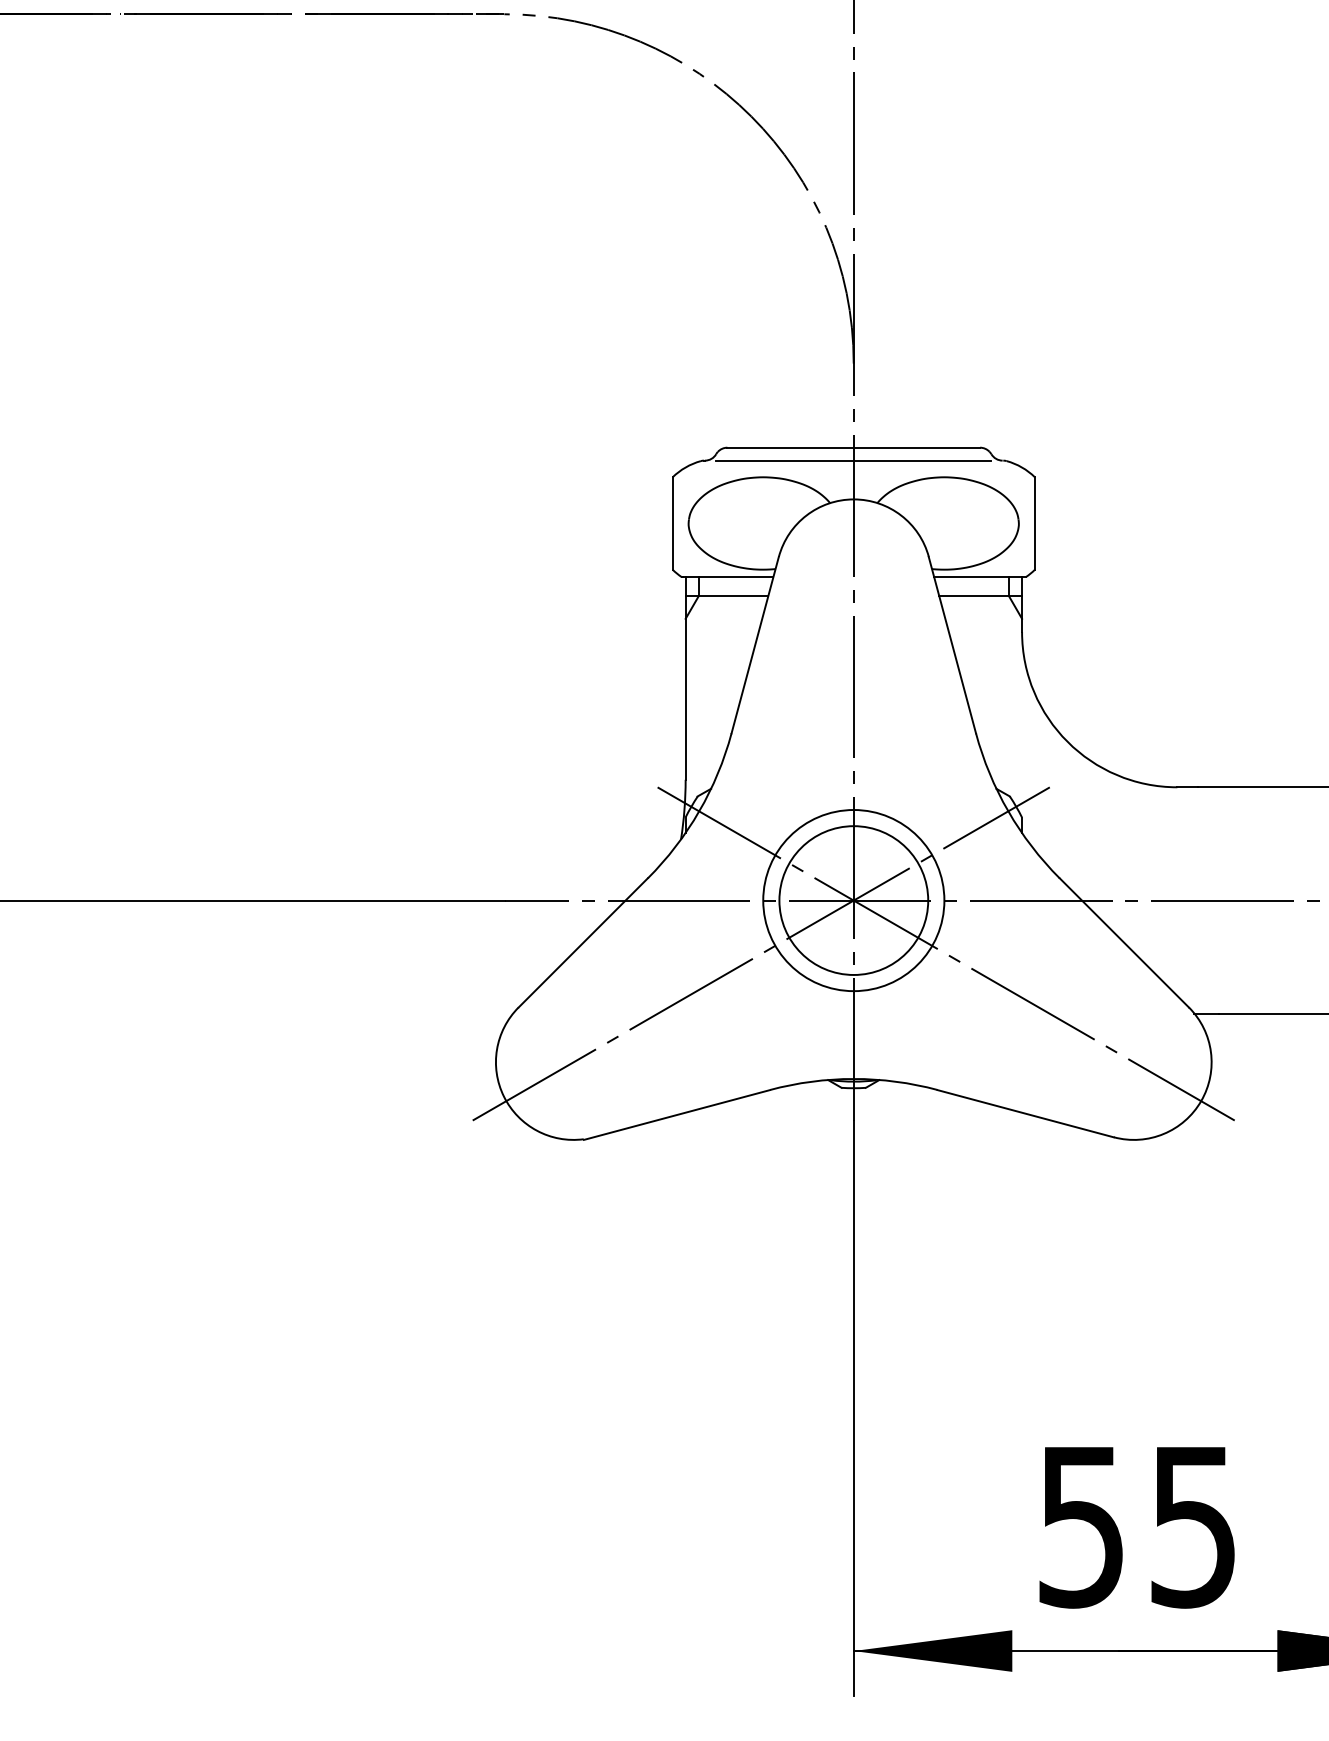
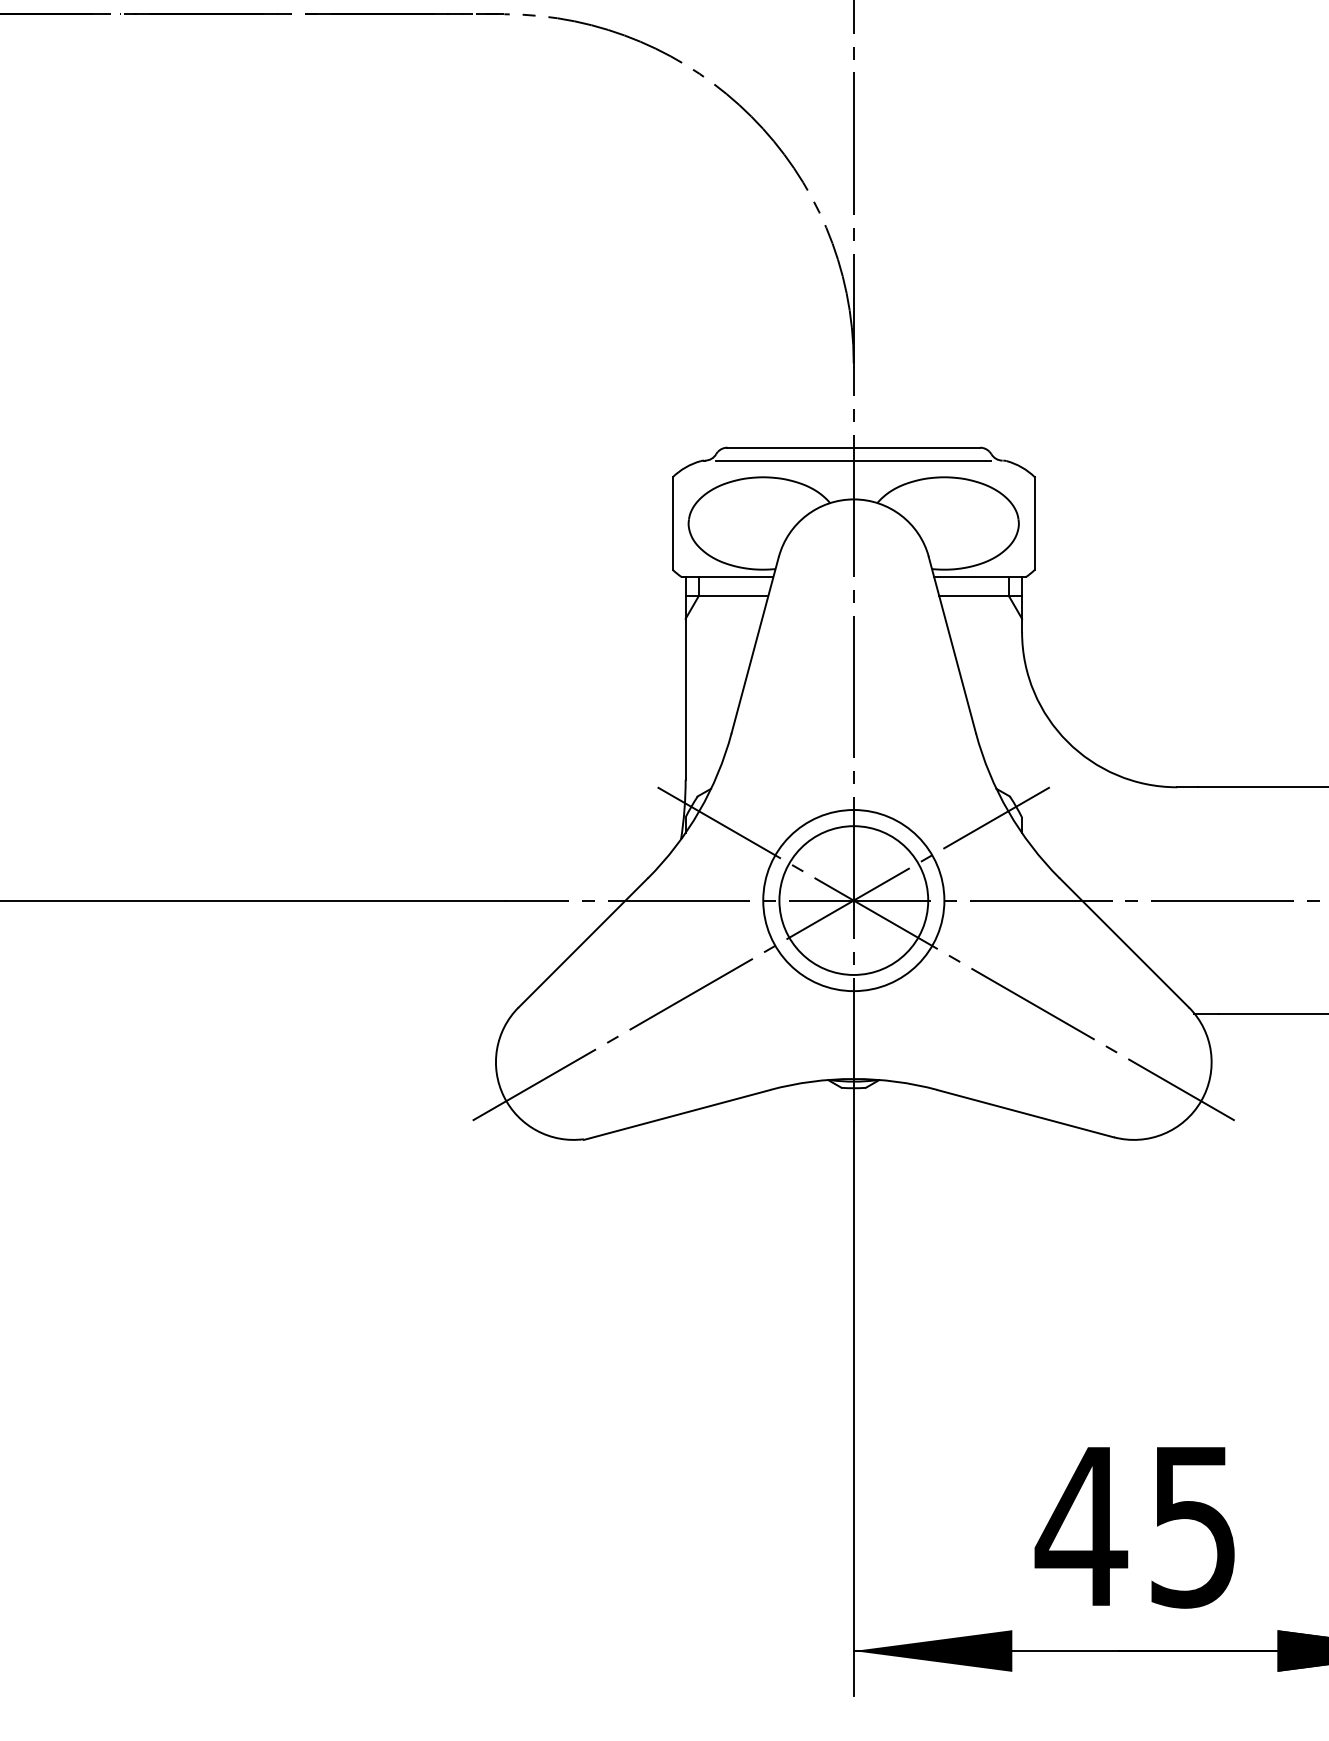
text at (1081, 1527): 55 -> 45
